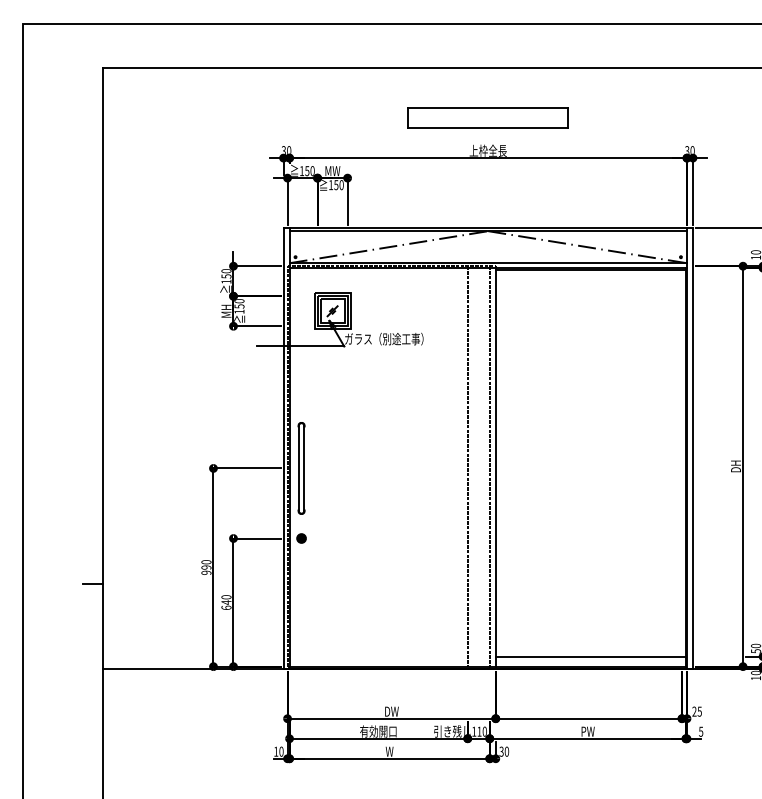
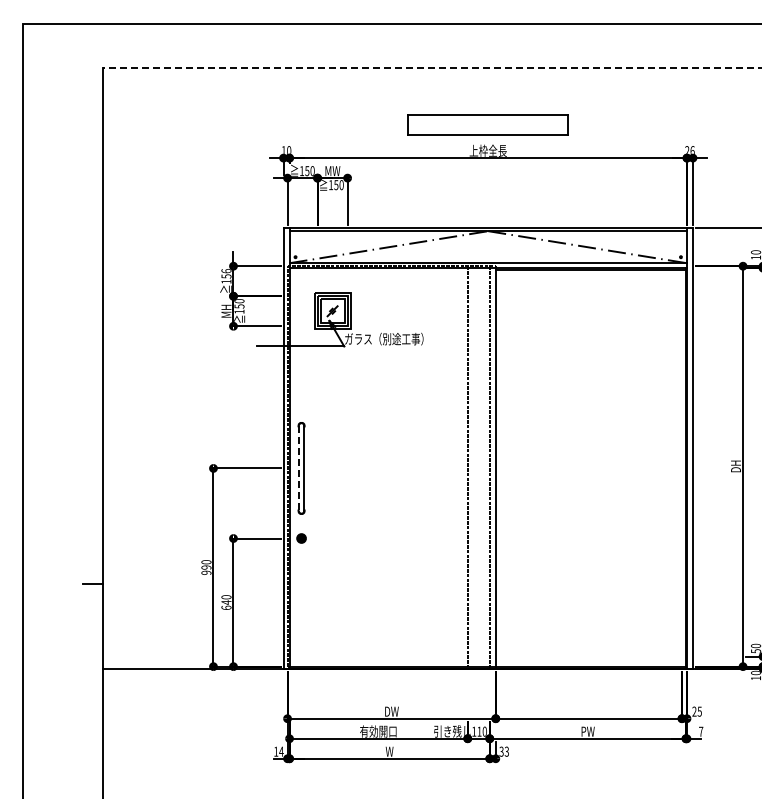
line at (431, 68): solid -> dashed
part at (487, 117) position: (487, 117) -> (487, 124)
text at (689, 149): 30 -> 26
text at (283, 150): 30 -> 10
text at (225, 271): 150 -> 156
line at (298, 468): solid -> dashed
line at (590, 656): present -> none
text at (701, 731): 5 -> 7
text at (281, 751): 10 -> 14
text at (506, 751): 30 -> 33
